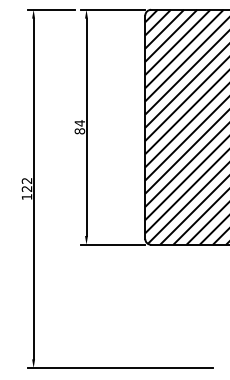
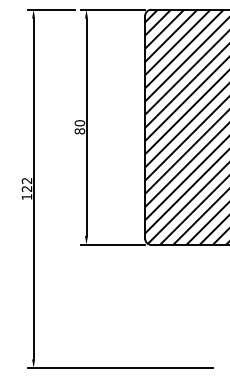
text at (79, 123): 84 -> 80
